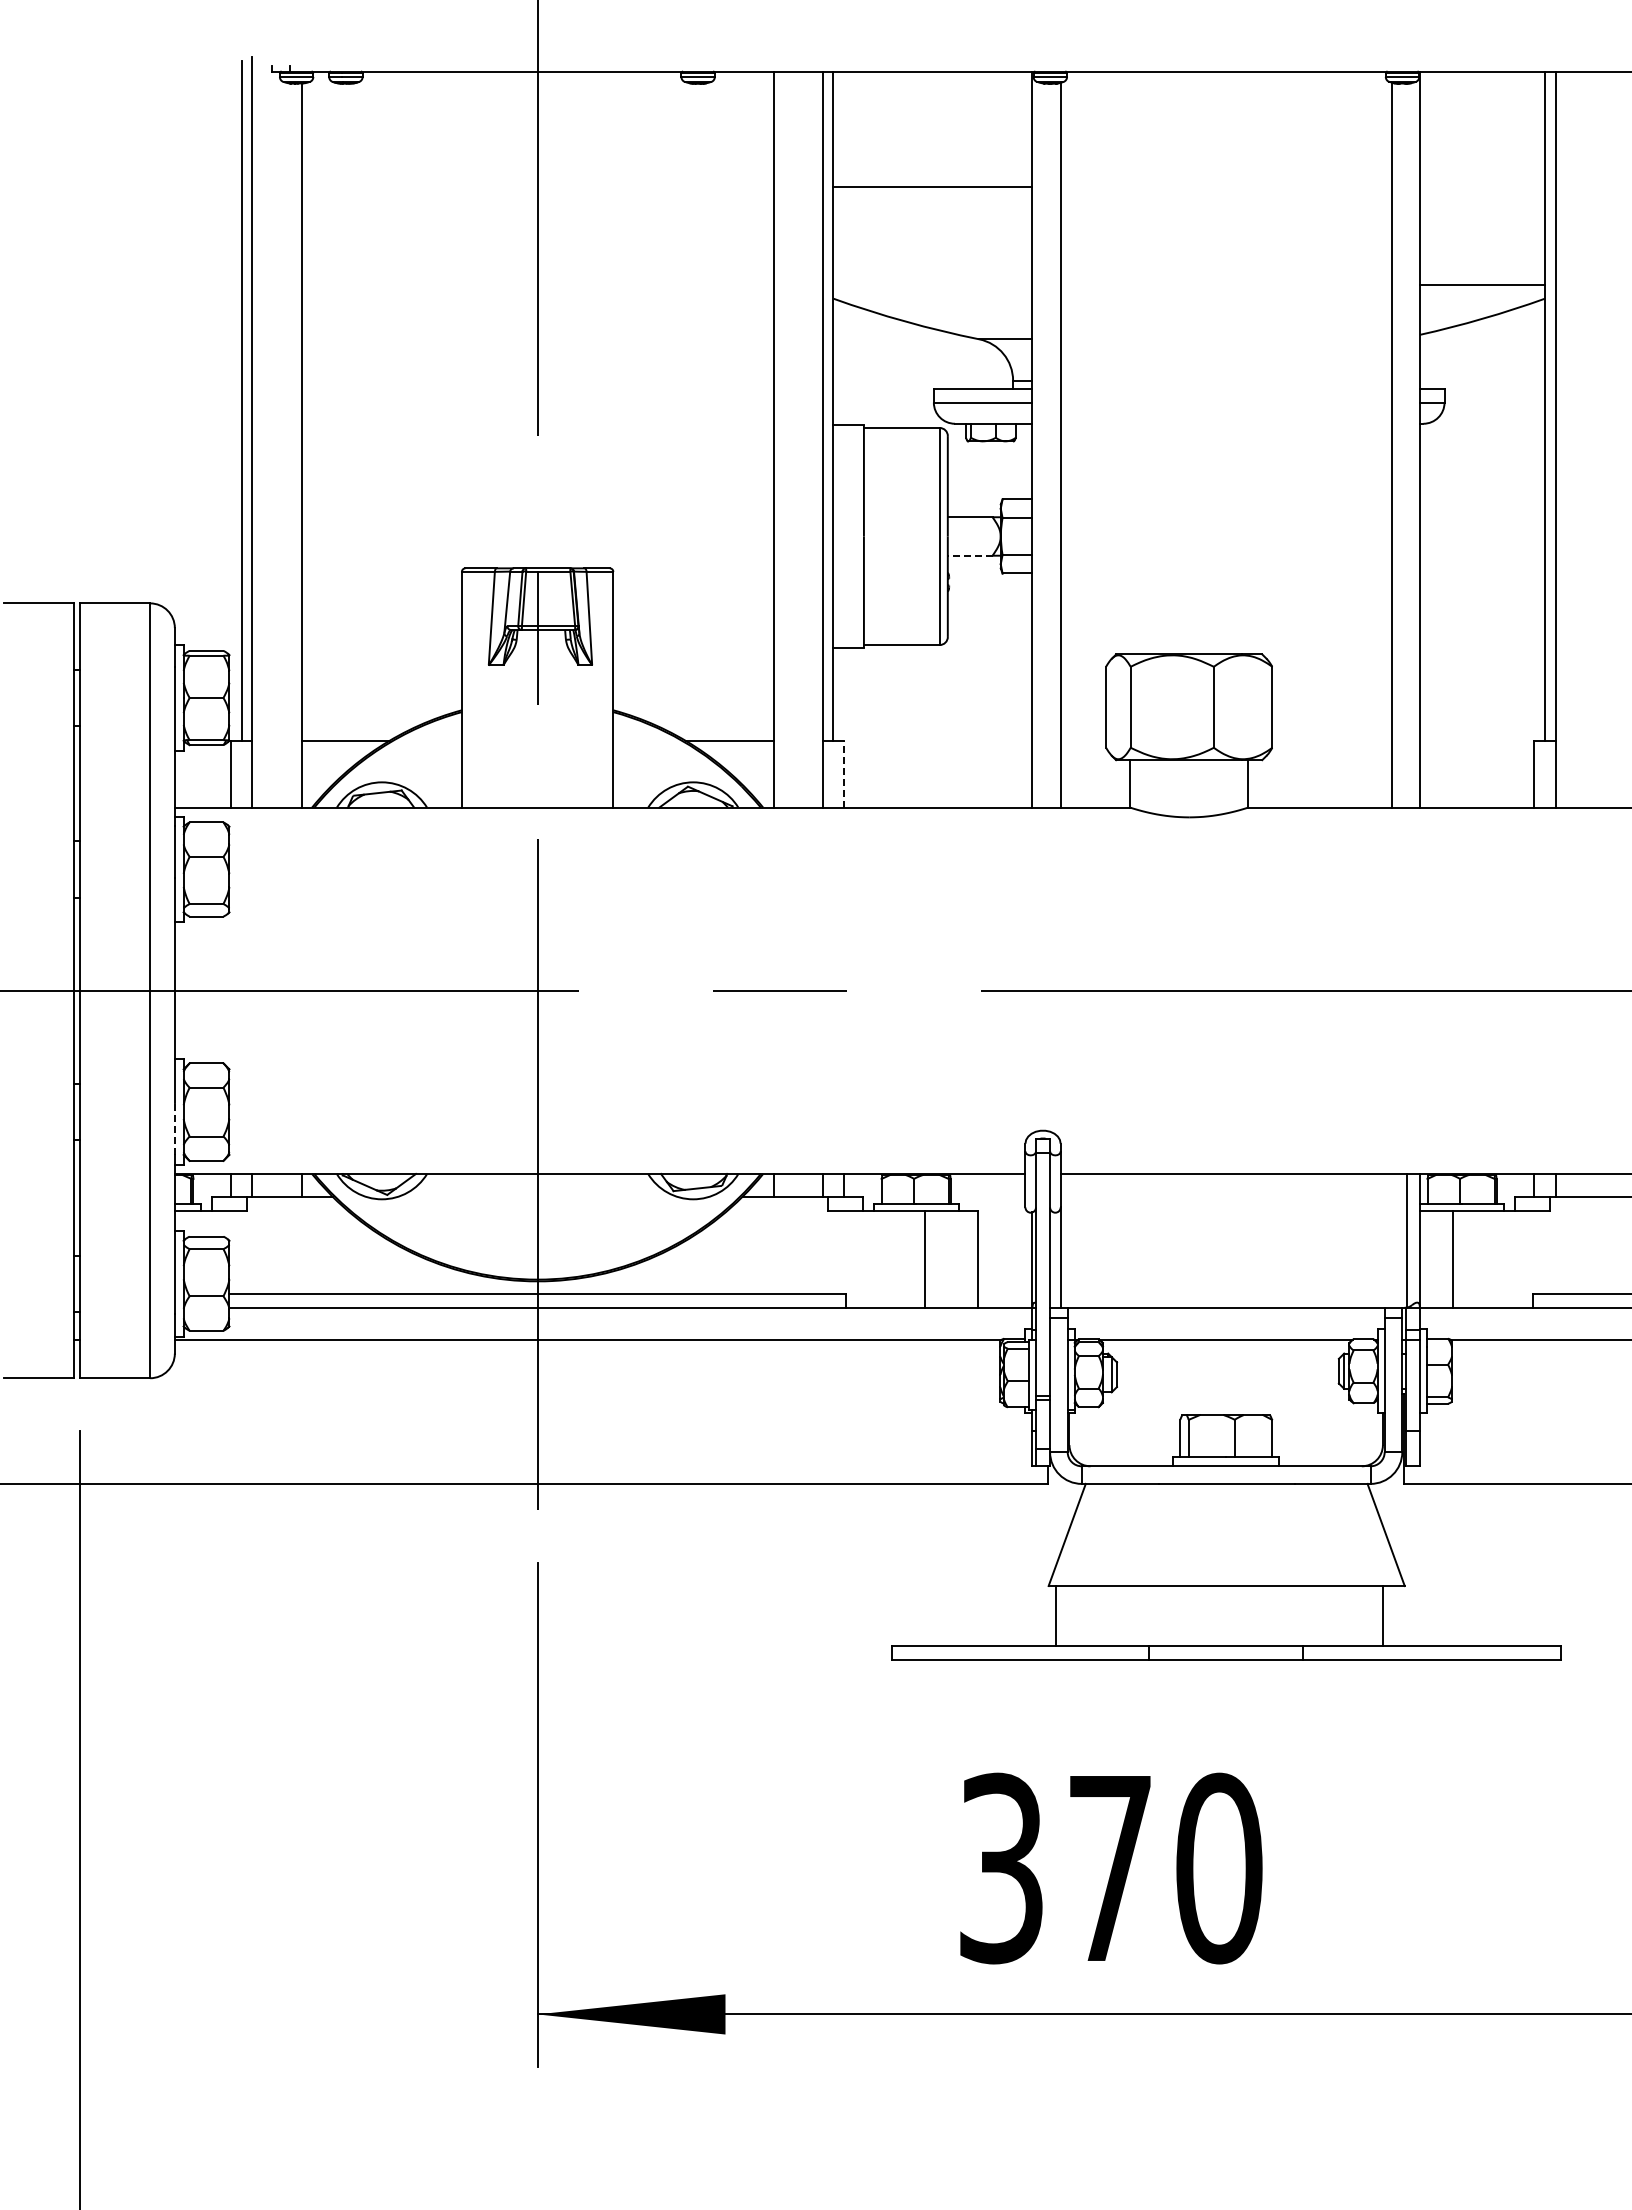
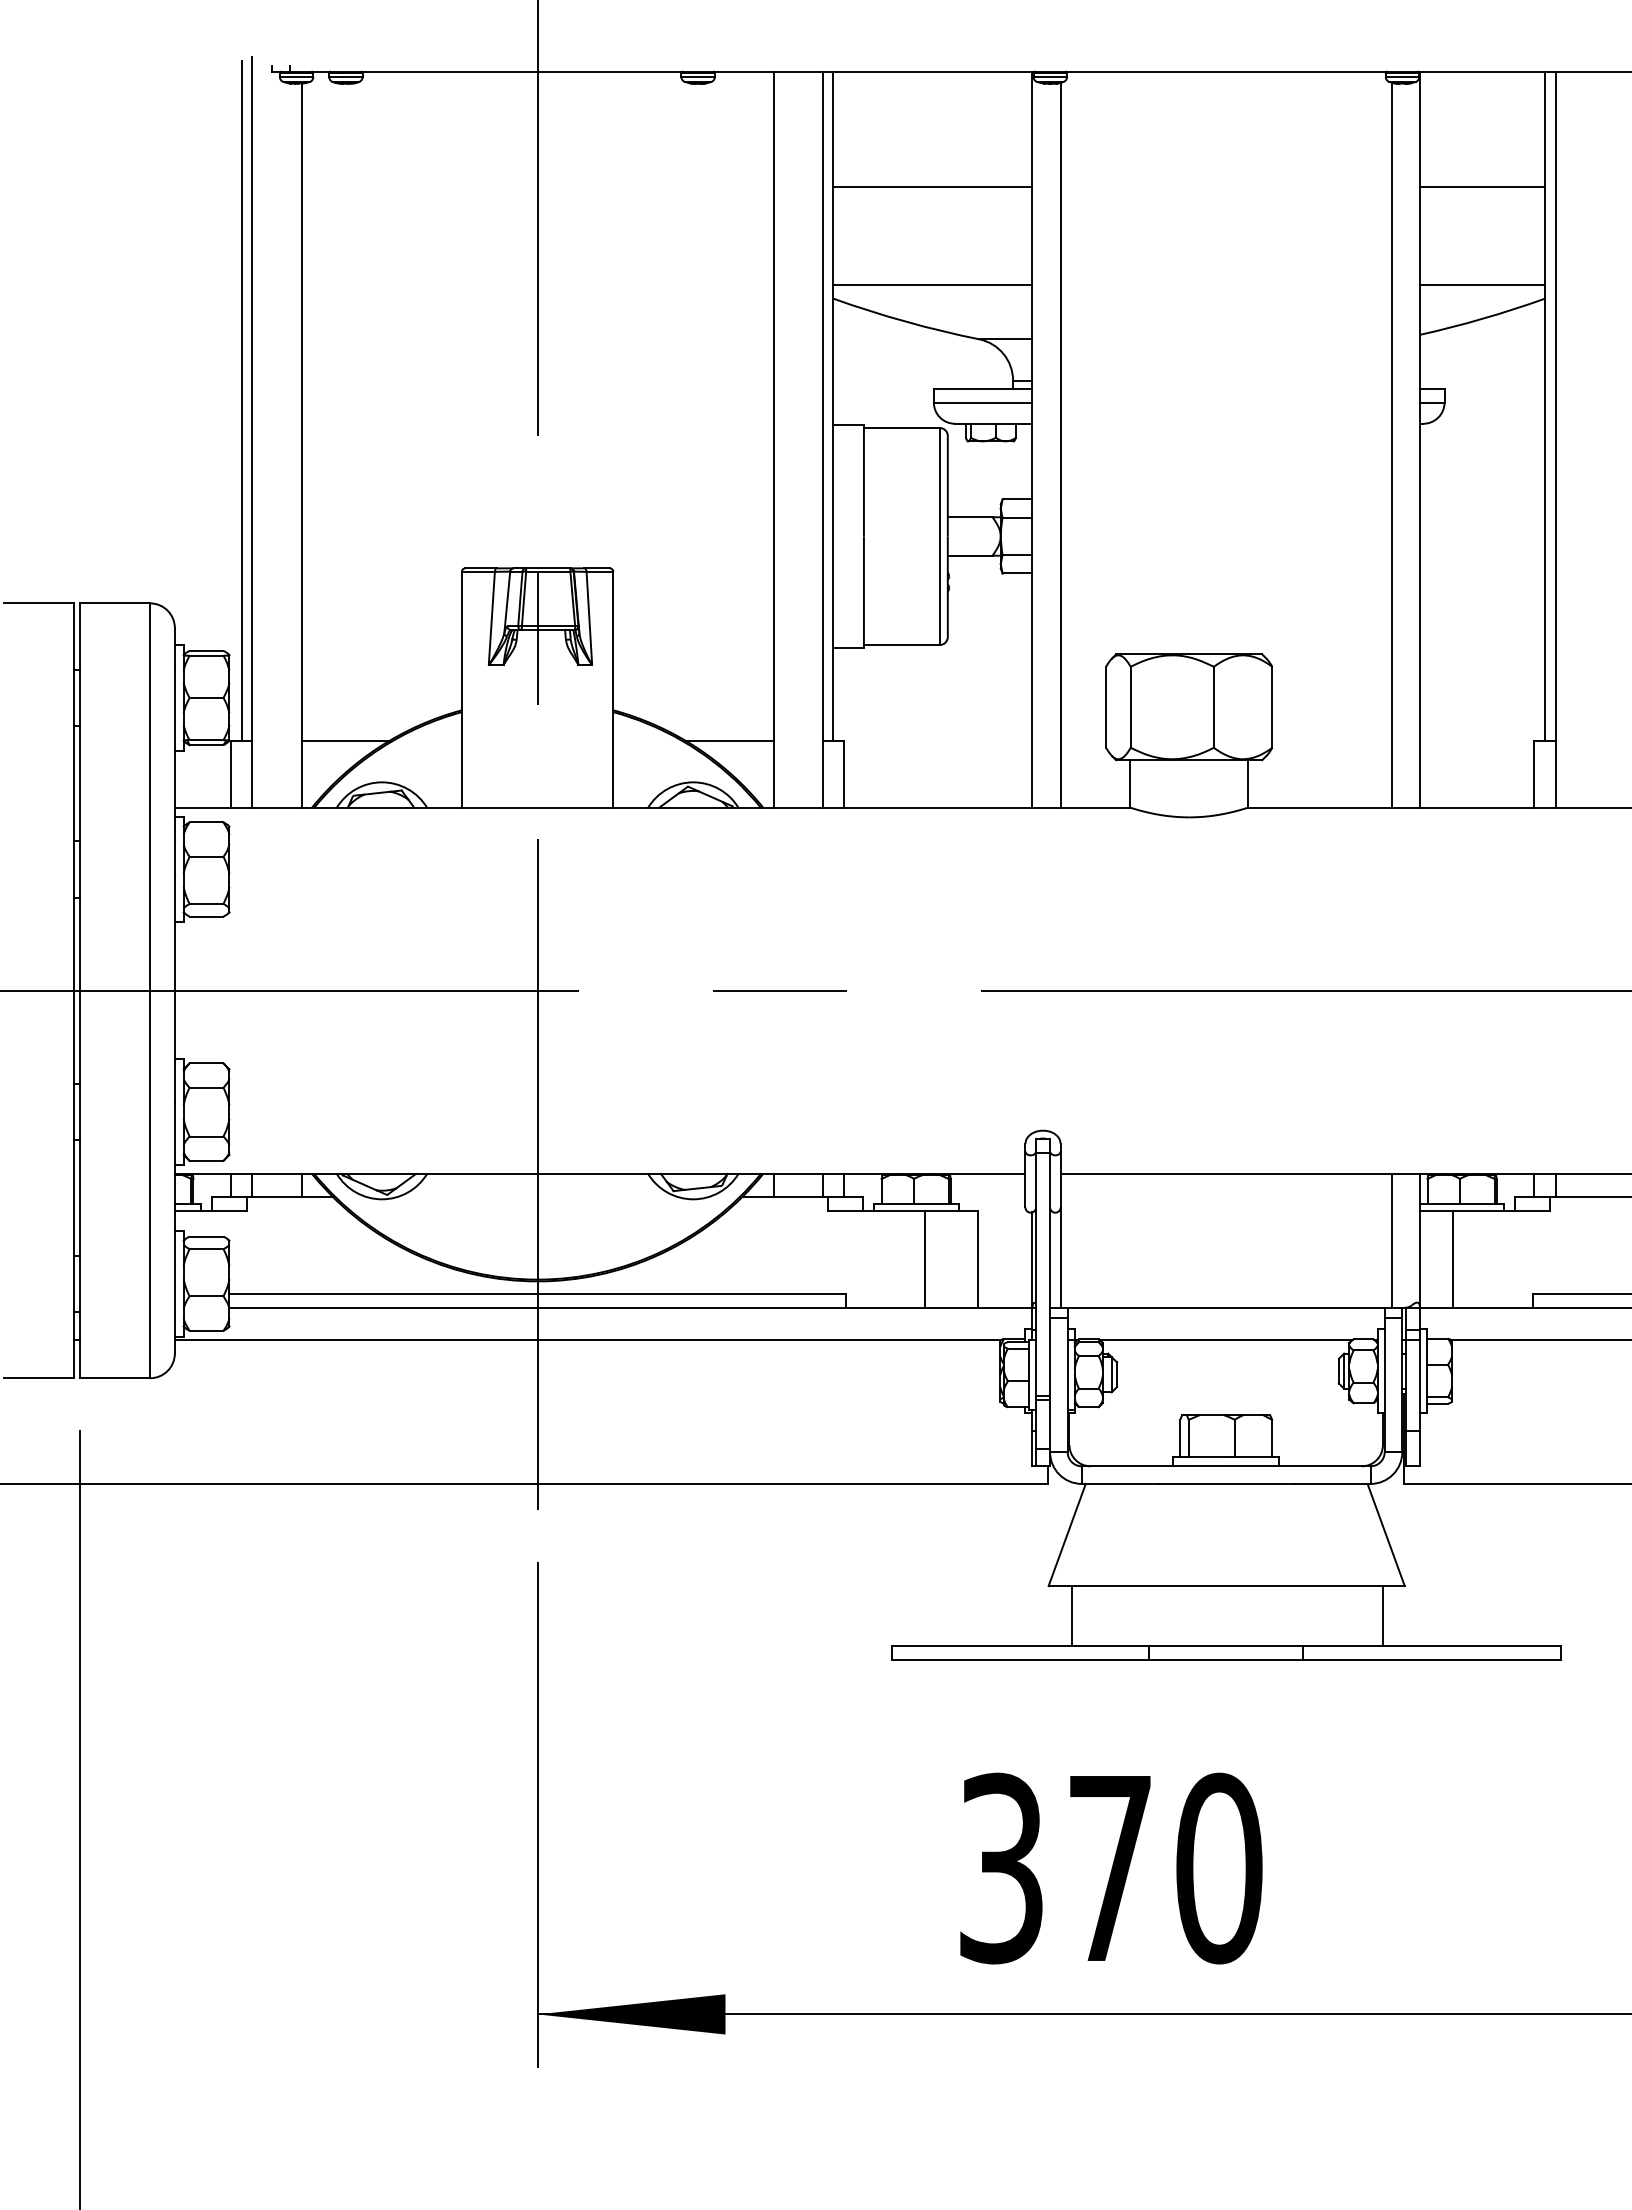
line at (1481, 187): none -> present
line at (932, 285): none -> present
line at (969, 555): dashed -> solid
line at (844, 773): dashed -> solid
line at (174, 1128): dashed -> solid
line at (1406, 1240) position: (1406, 1240) -> (1391, 1240)
line at (1055, 1615) position: (1055, 1615) -> (1071, 1615)
